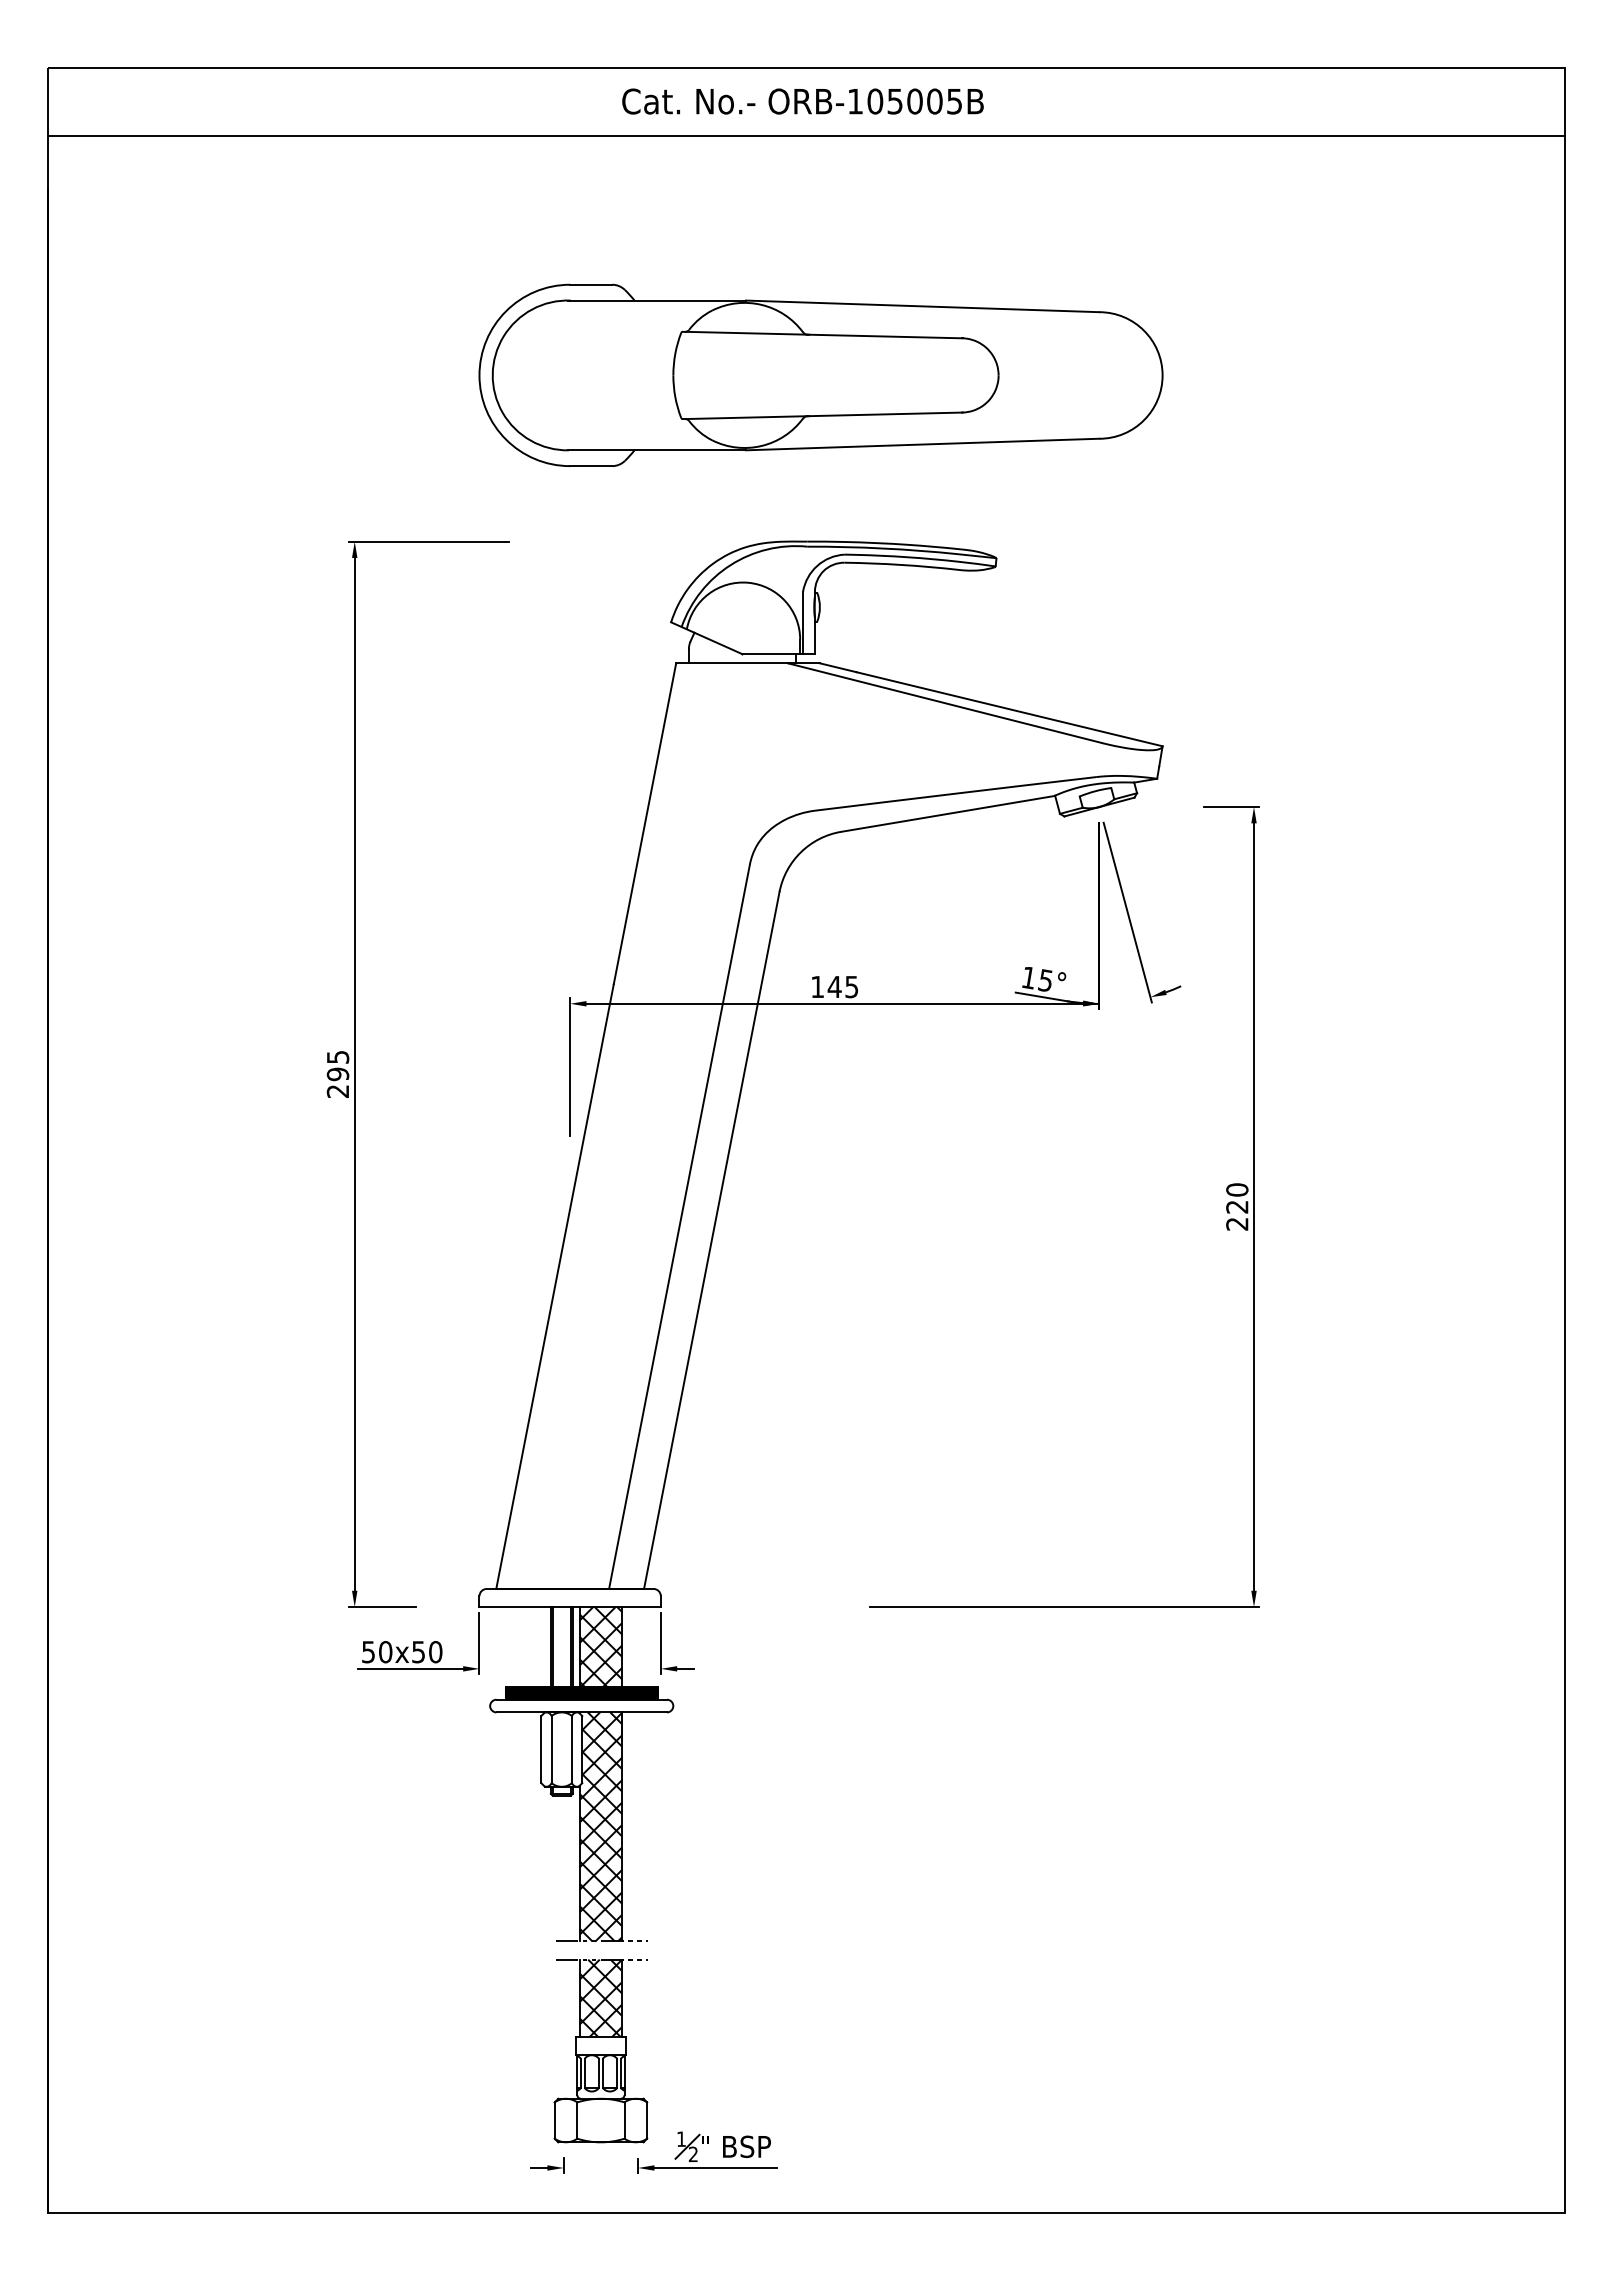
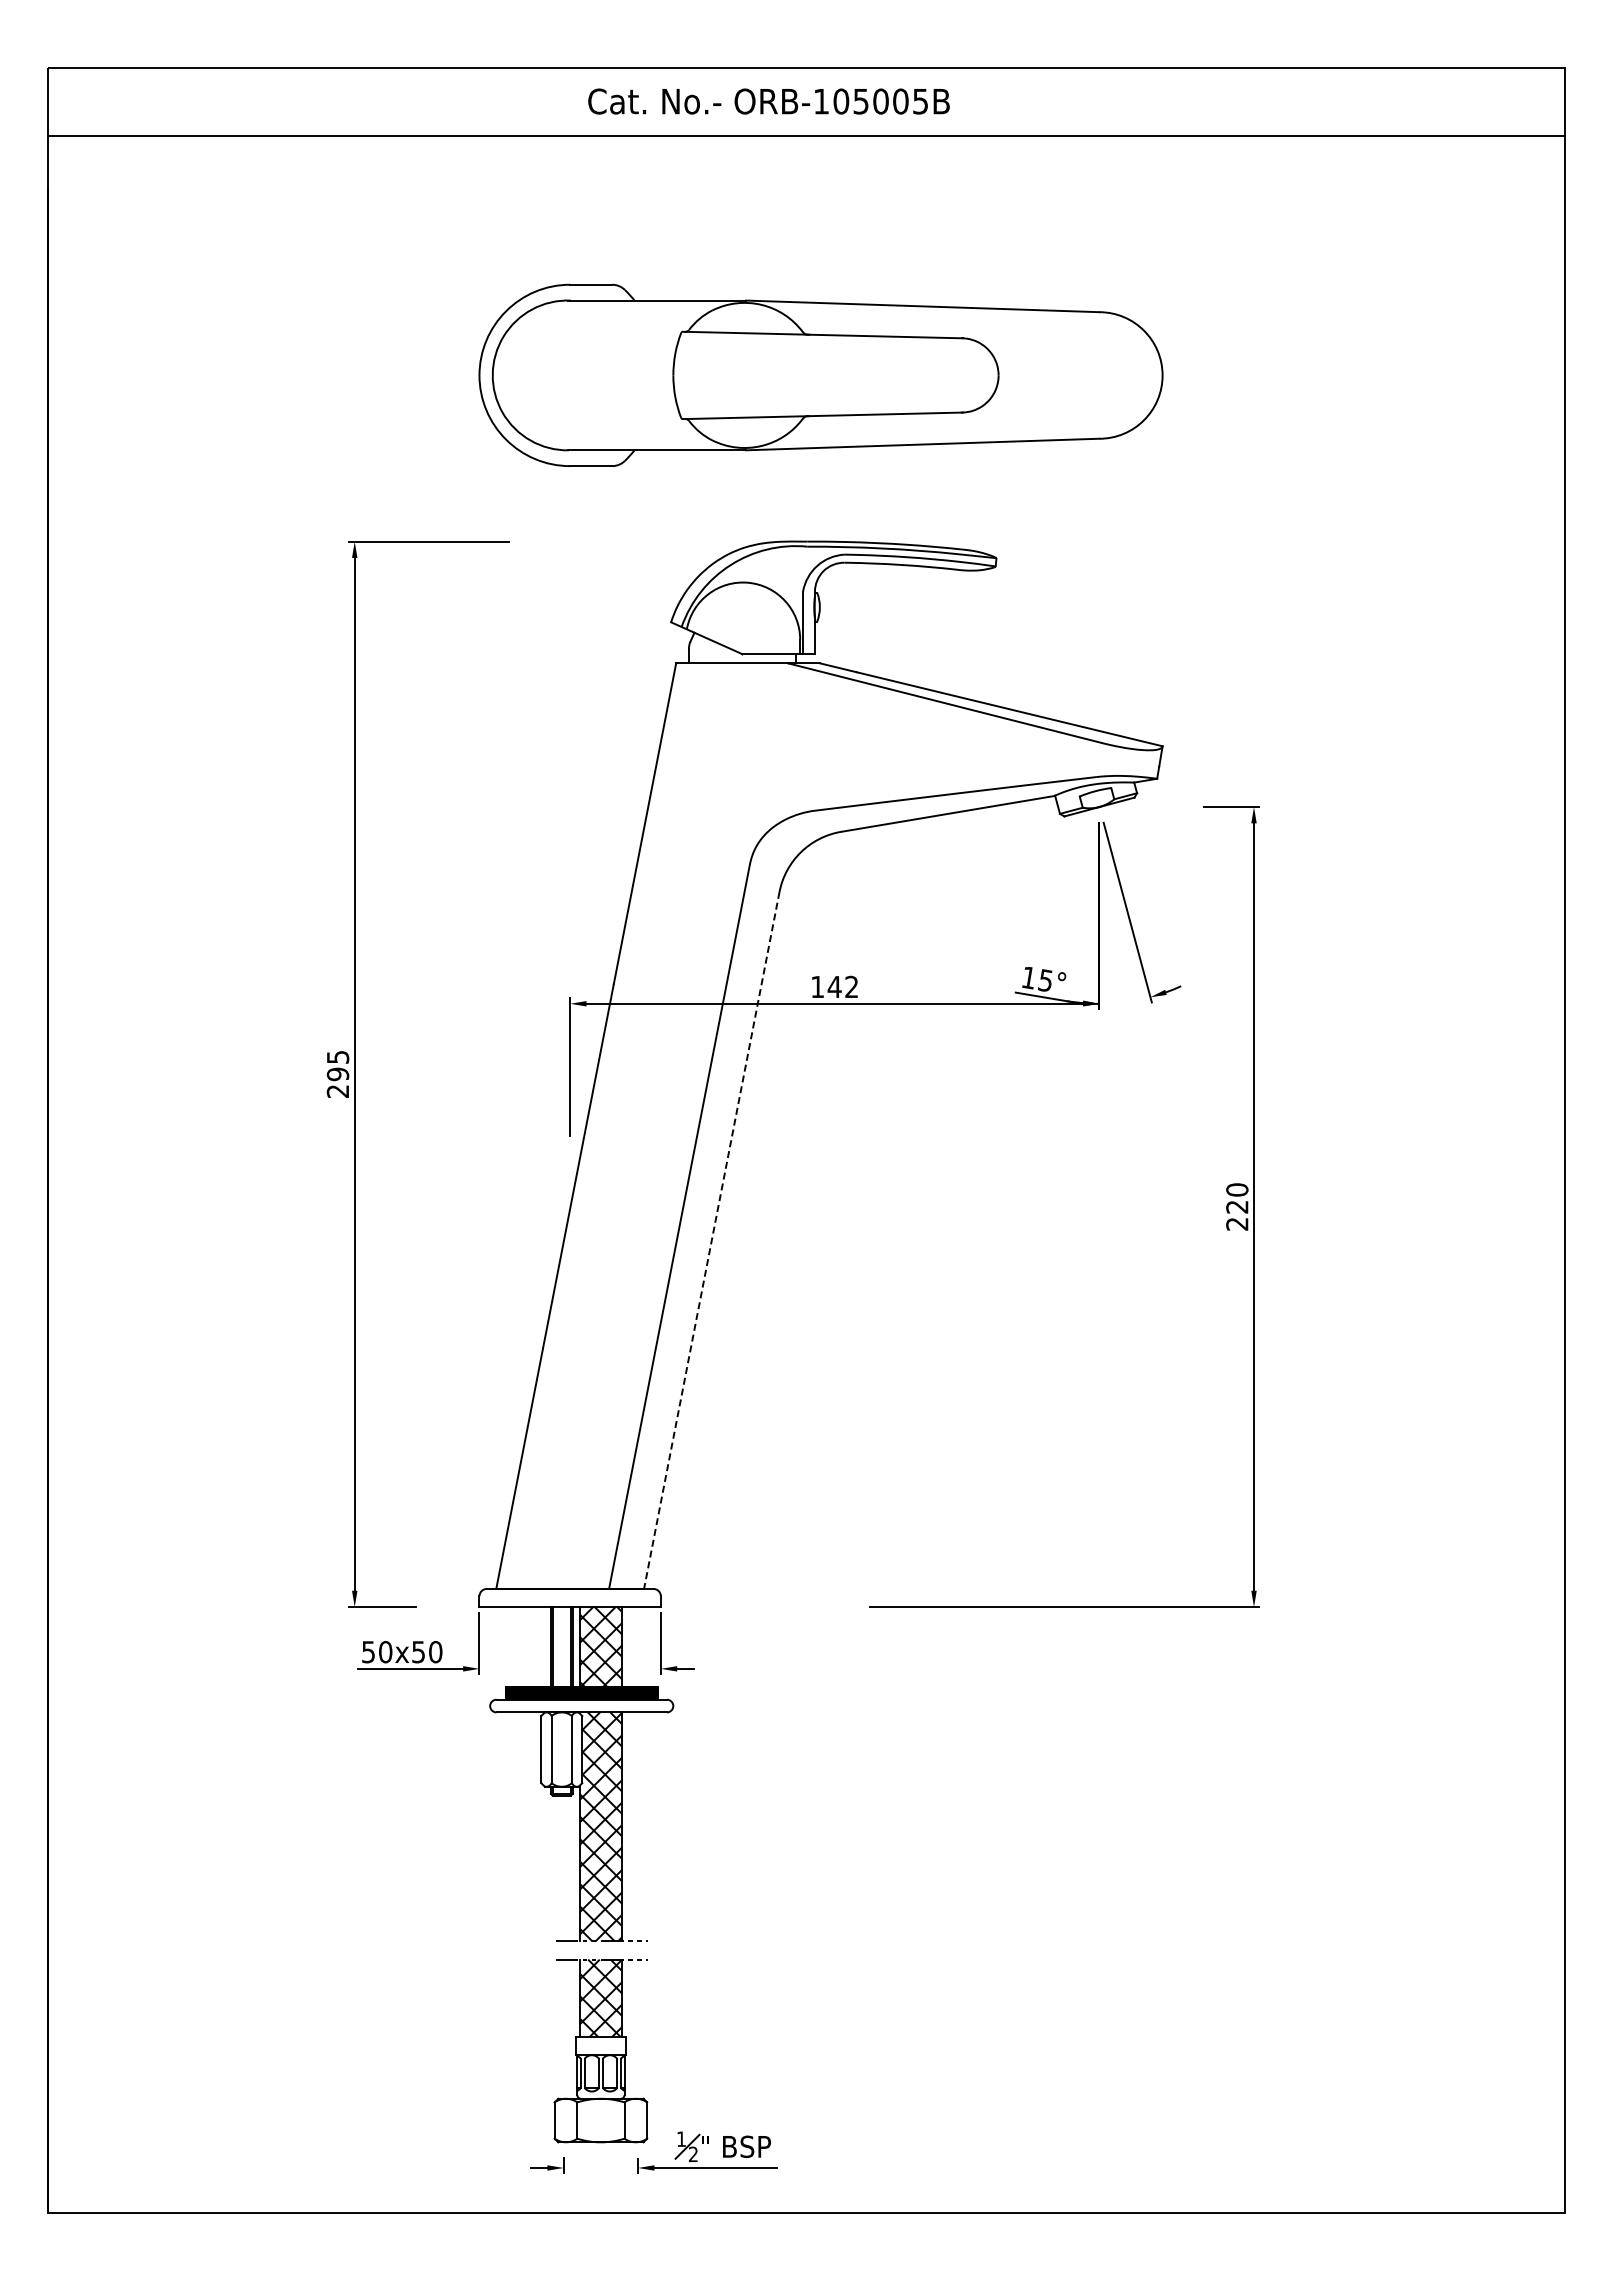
text at (802, 101) position: (802, 101) -> (768, 101)
text at (851, 986): 145 -> 142
line at (711, 1240): solid -> dashed
